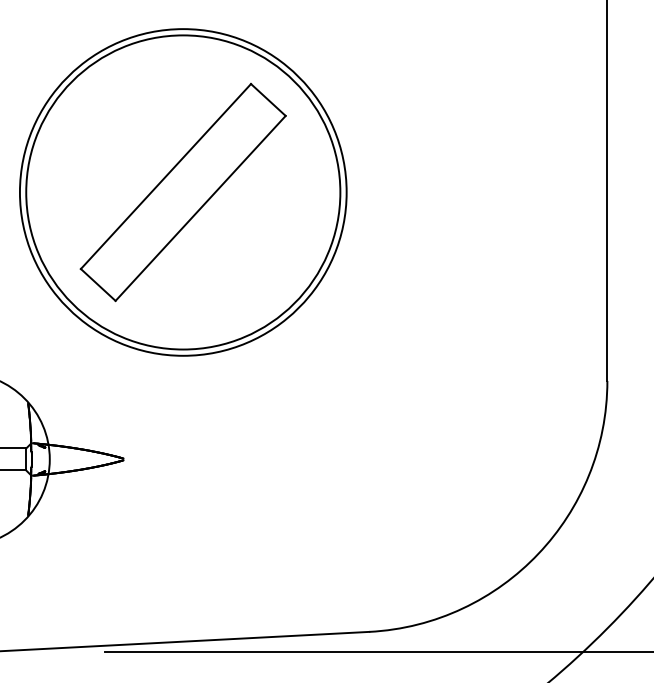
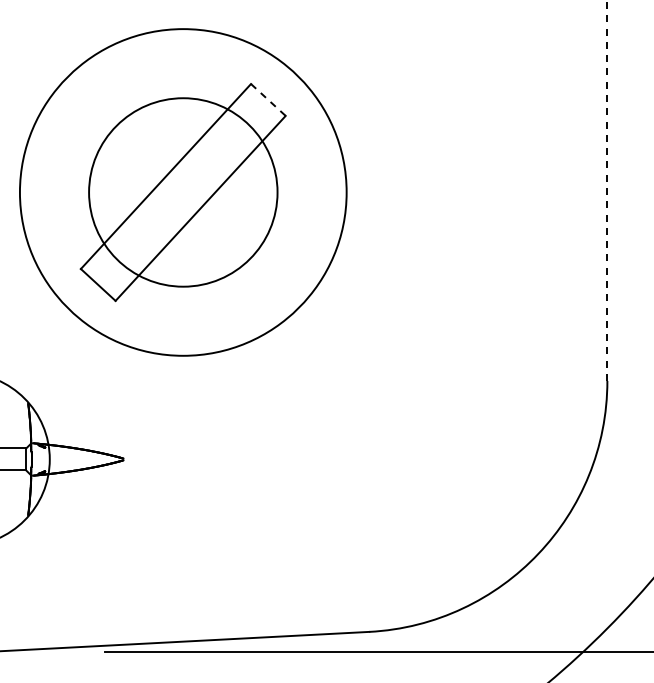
line at (268, 99): solid -> dashed
line at (607, 190): solid -> dashed
circle at (183, 192) diameter: 314 px -> 188 px
